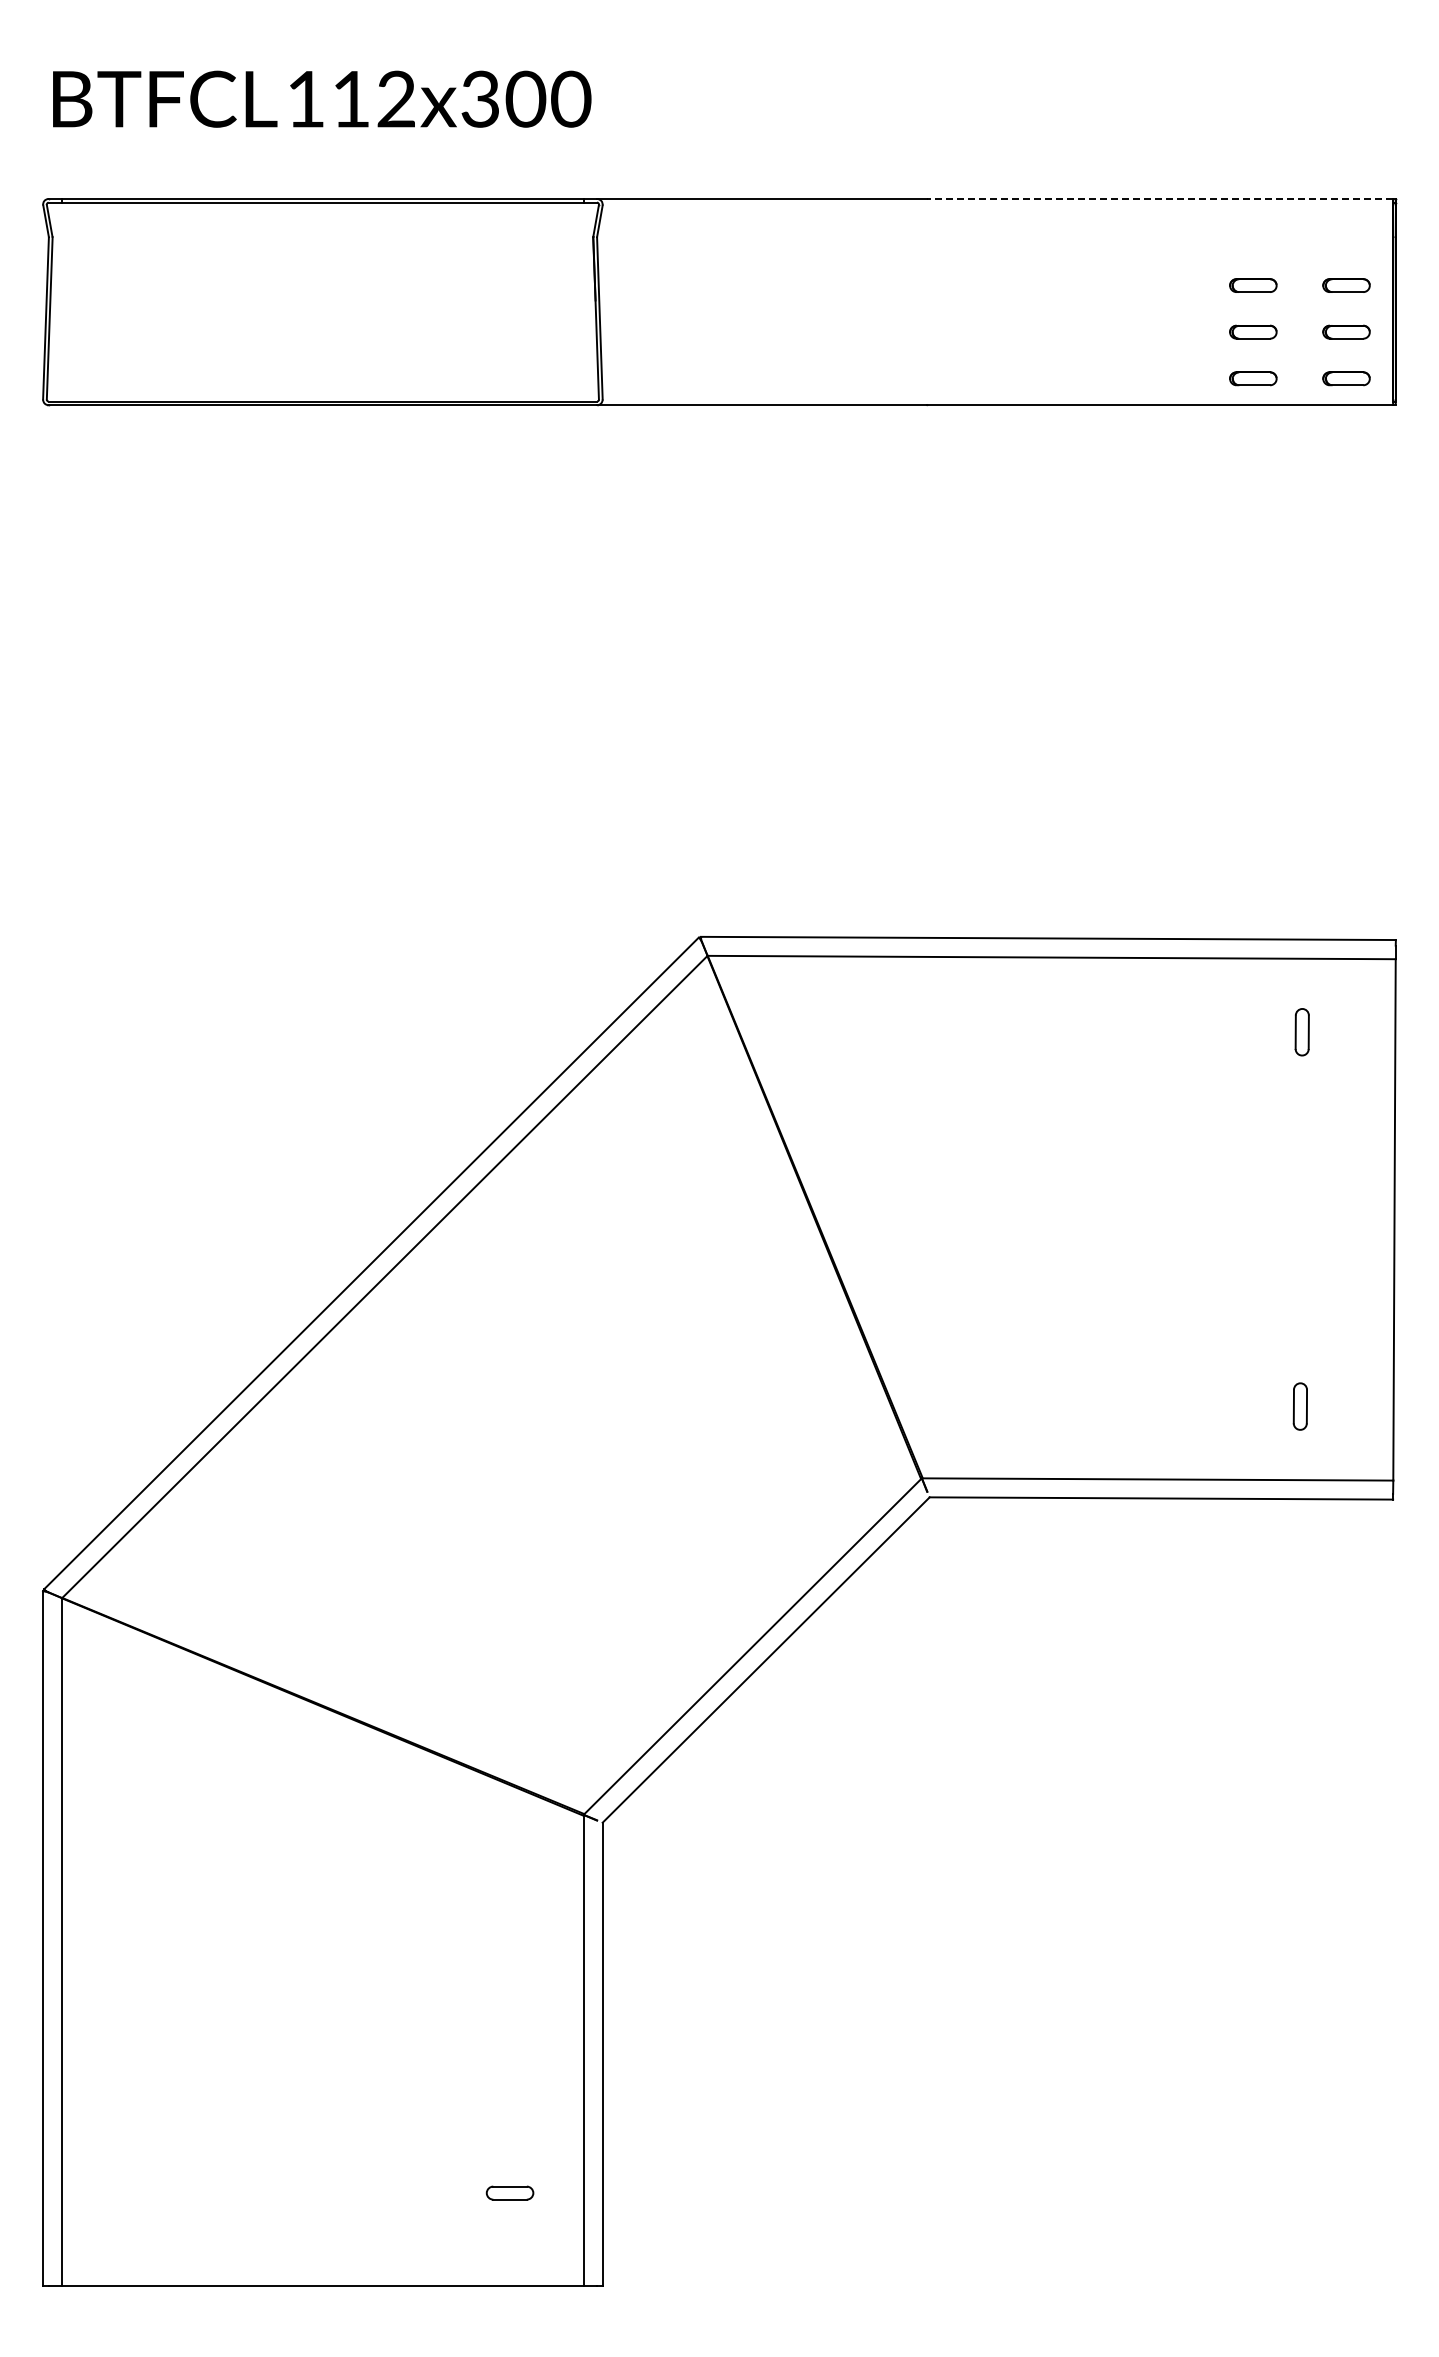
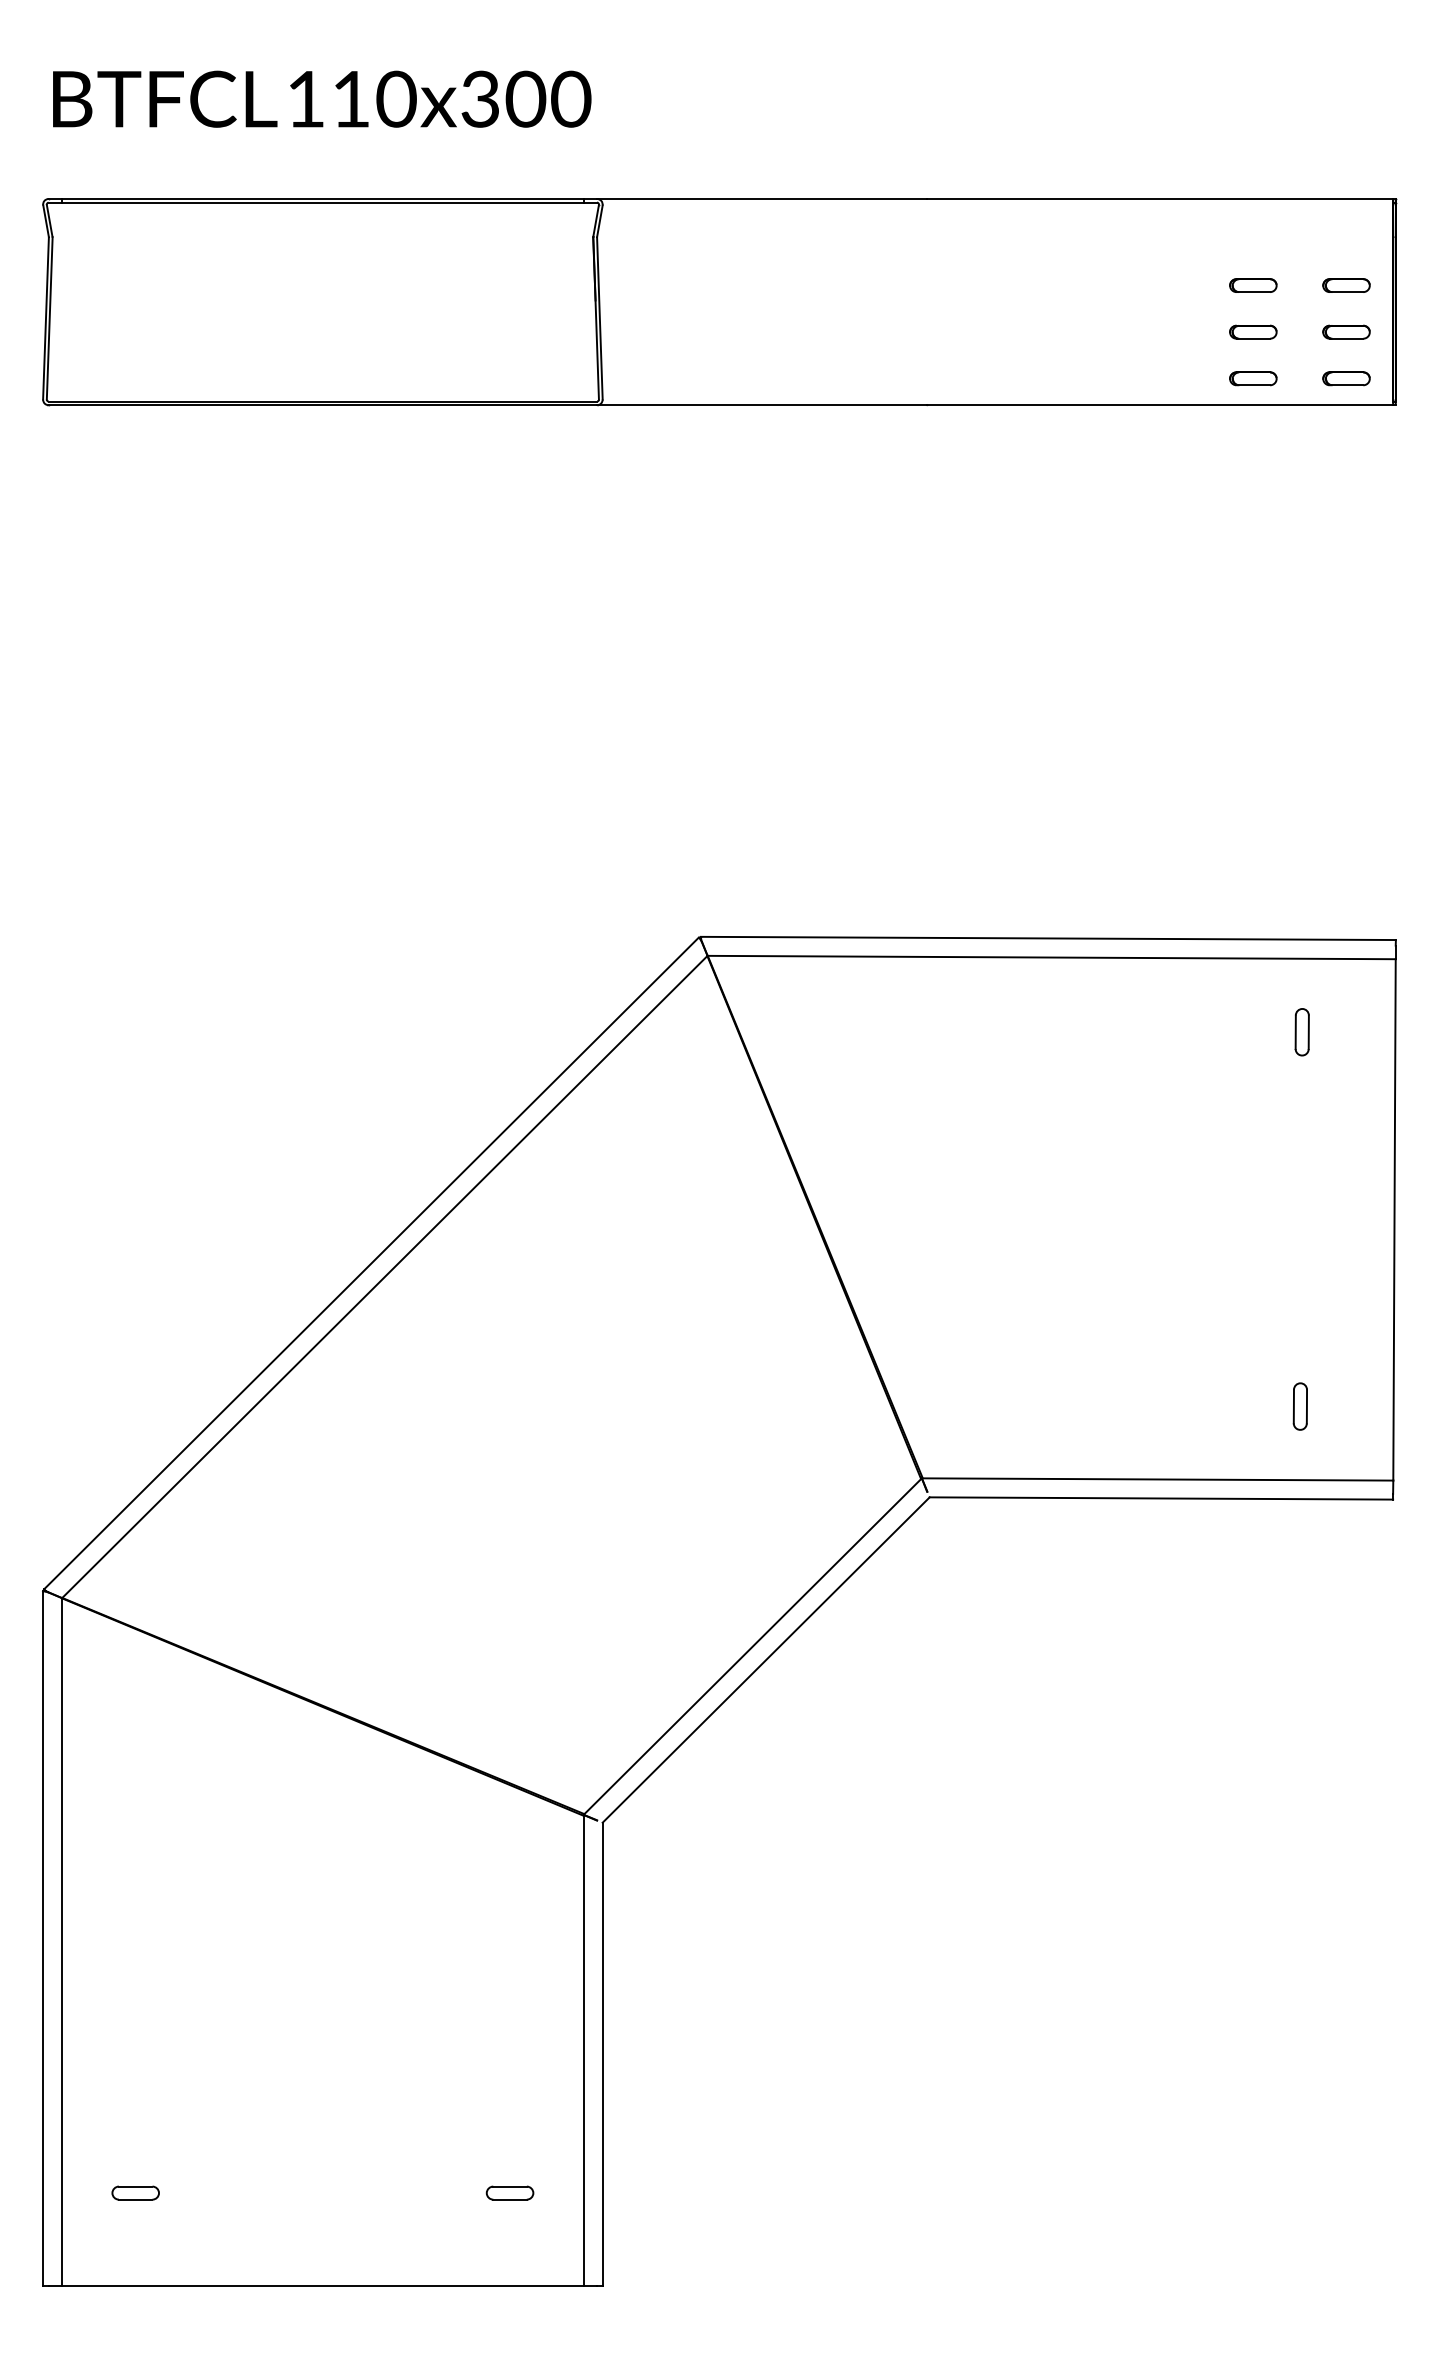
text at (396, 99): 112x300 -> 110x300
line at (1160, 198): dashed -> solid
part at (135, 2192): none -> present
